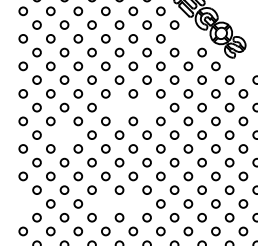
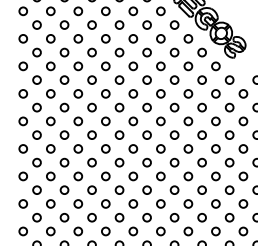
circle at (188, 38): none -> present
circle at (119, 107): none -> present
circle at (146, 107): none -> present
circle at (64, 134): none -> present
circle at (22, 203): none -> present
circle at (105, 203): none -> present
circle at (133, 203): none -> present
